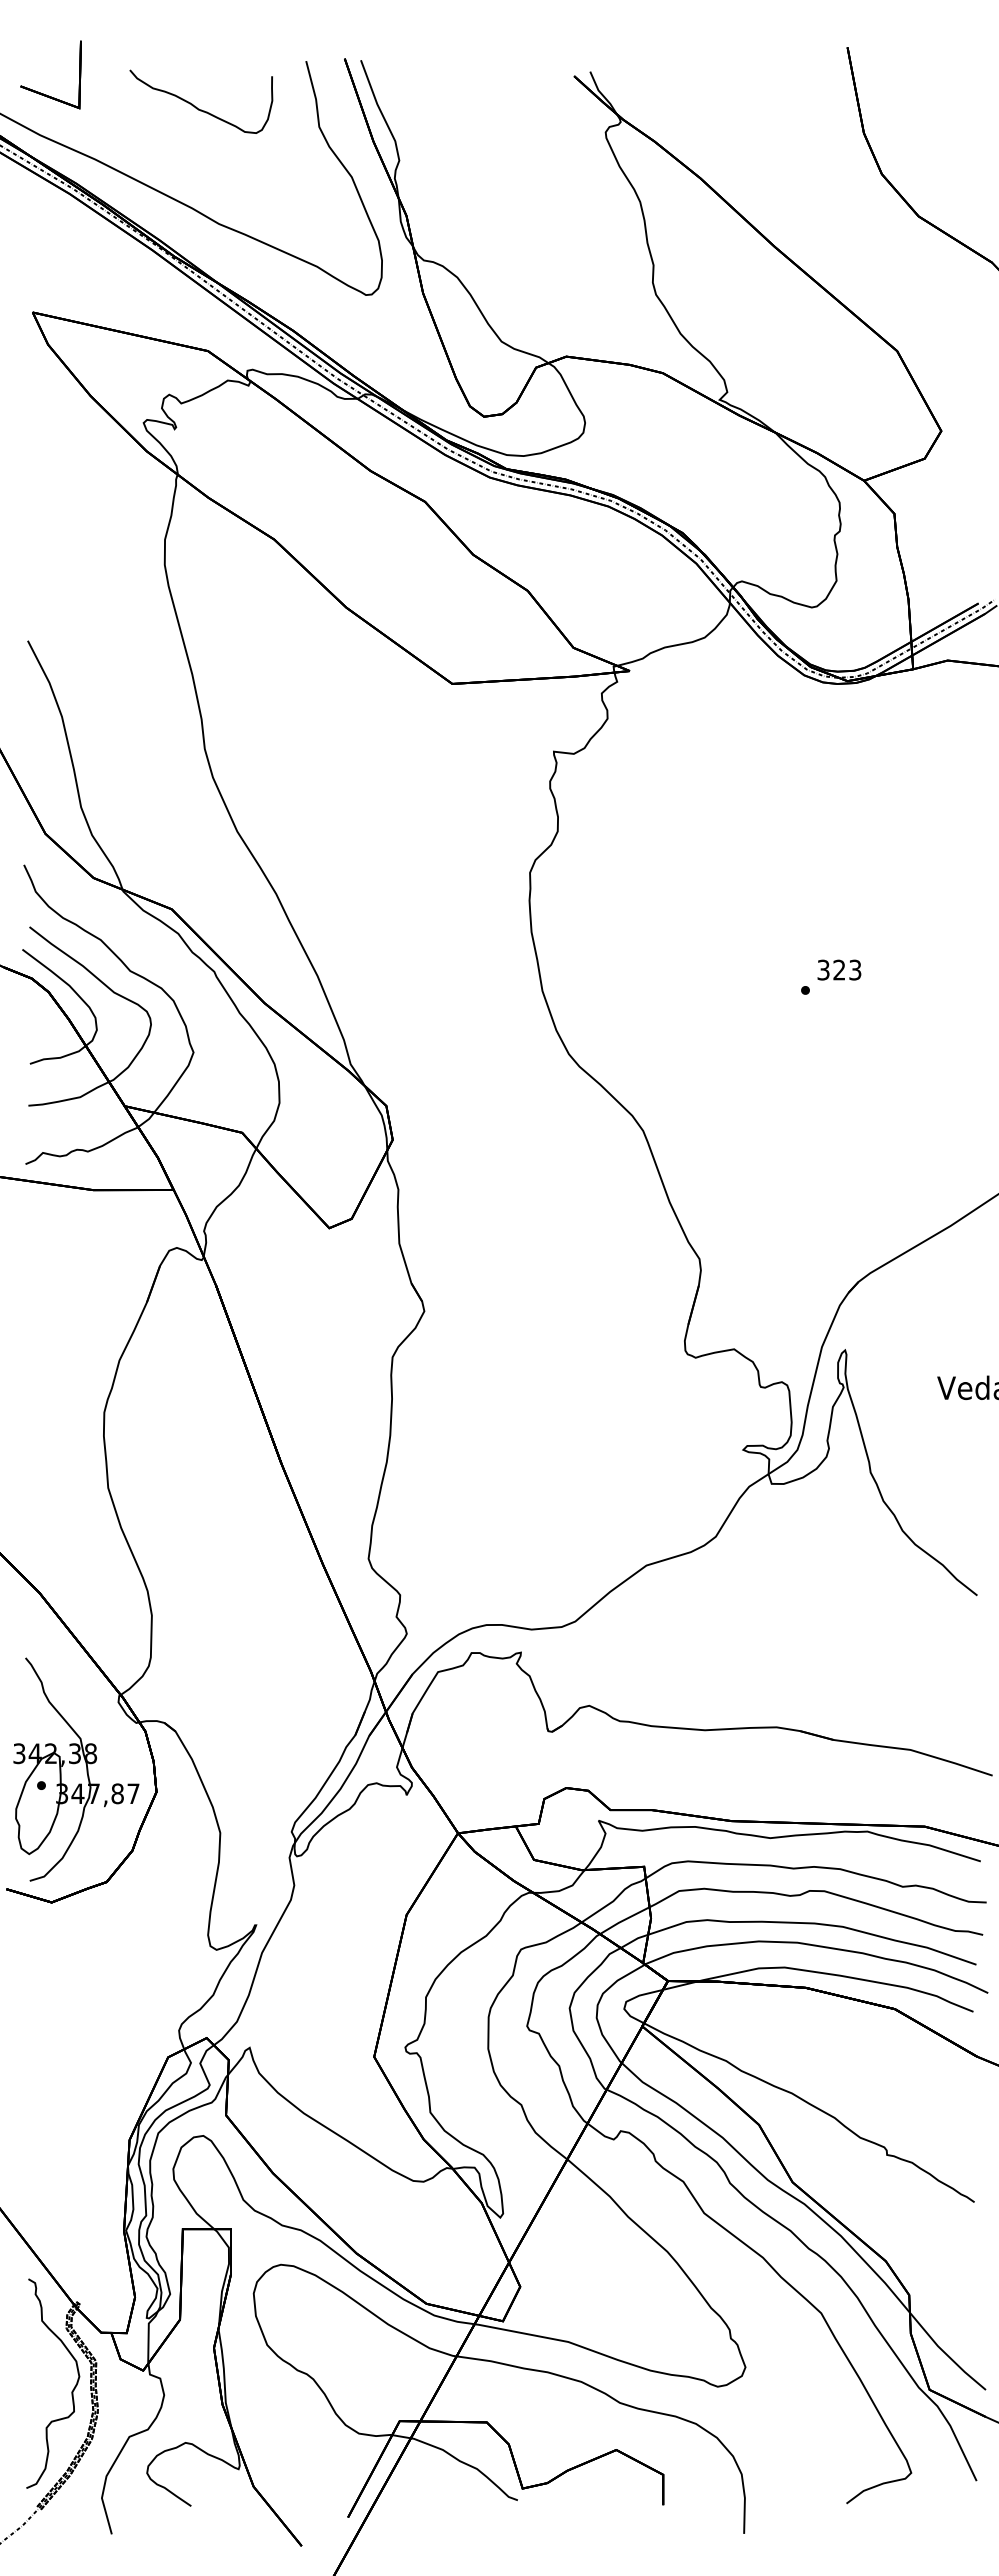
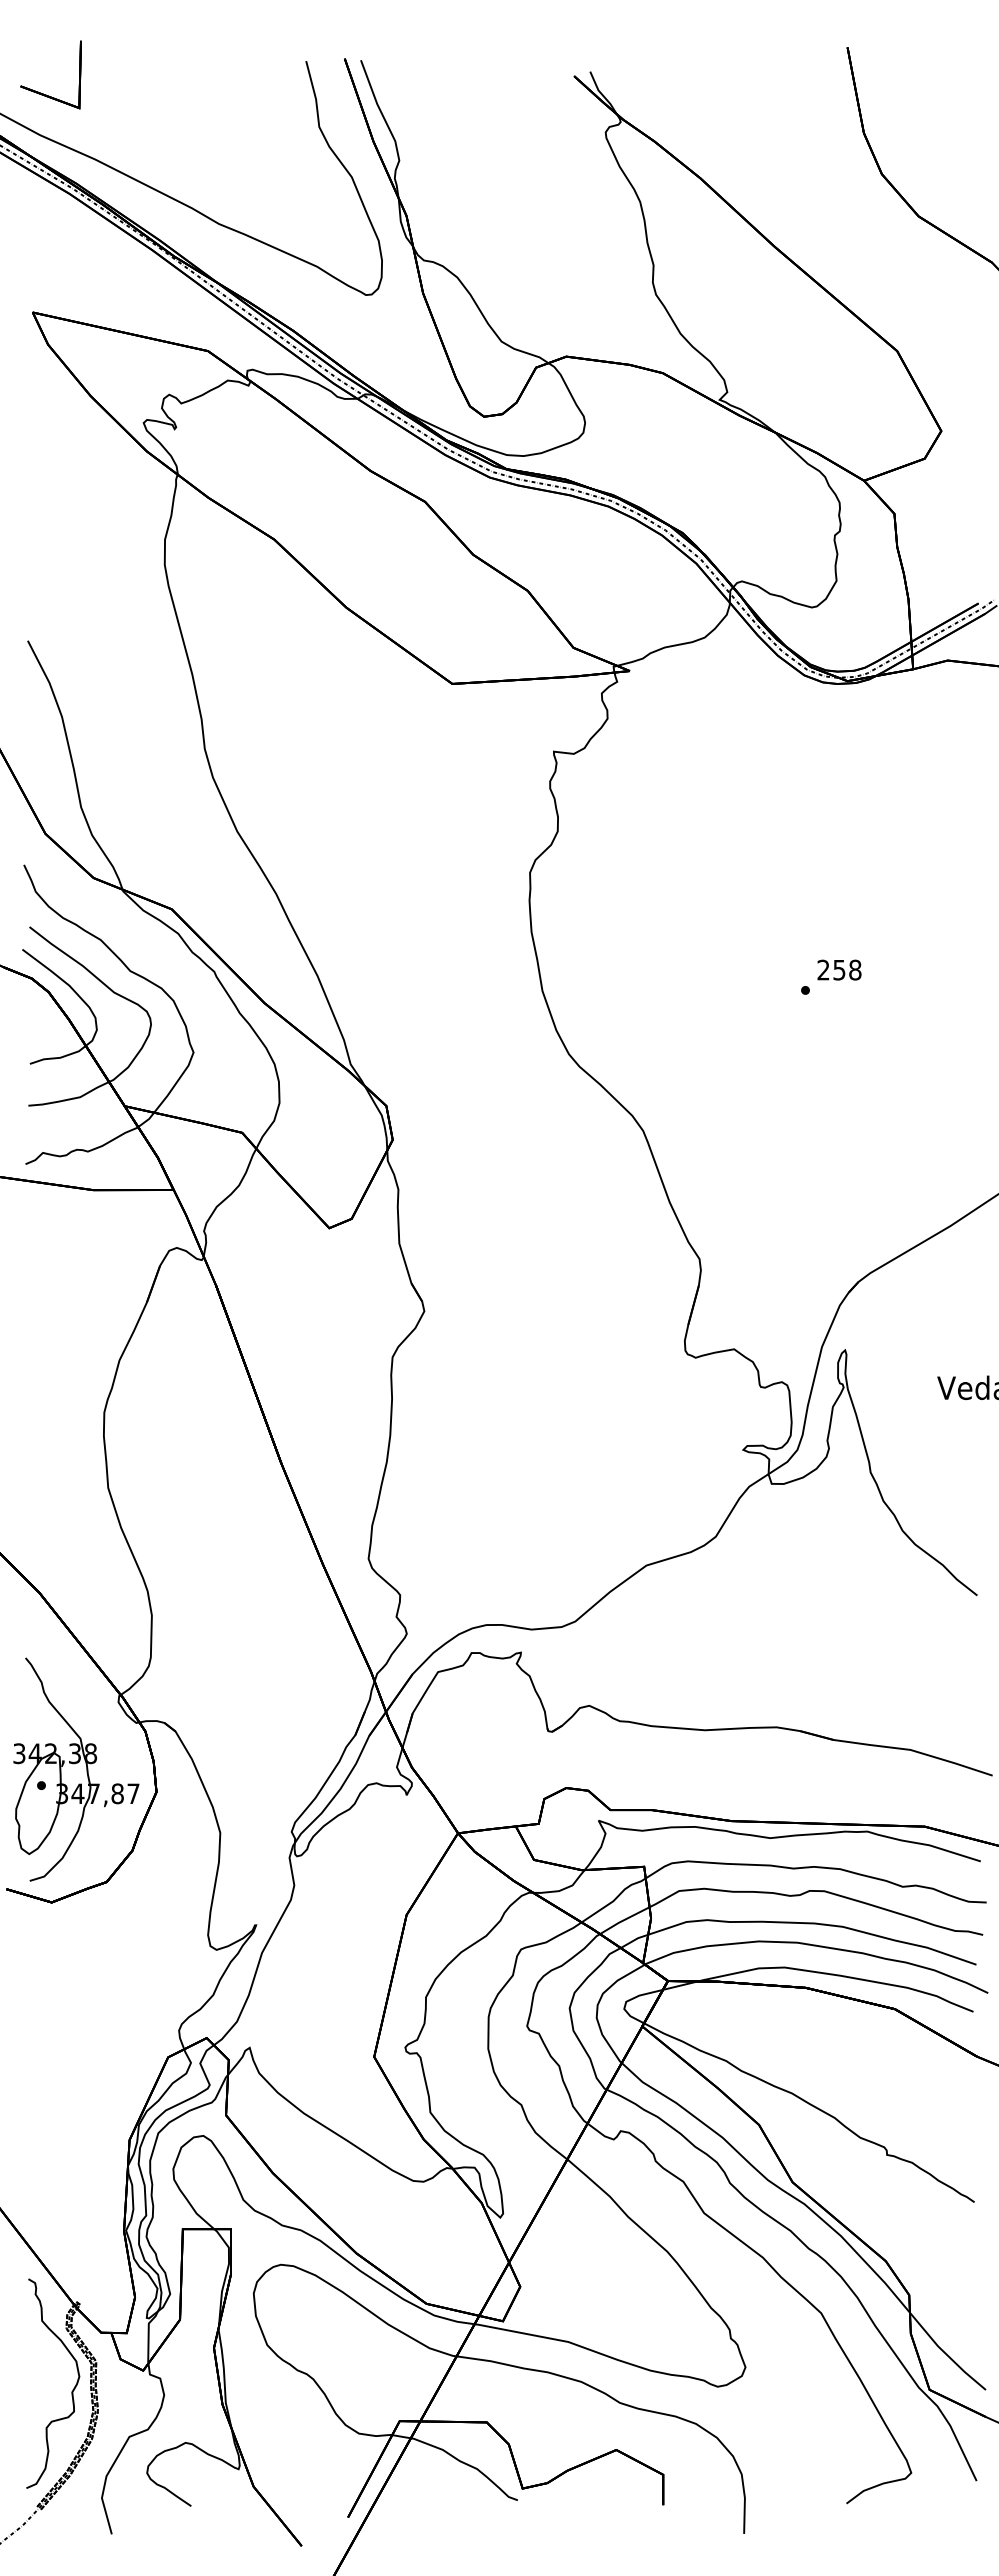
curve at (196, 106): present -> none
text at (839, 969): 323 -> 258
